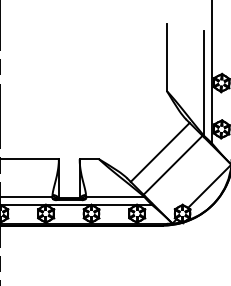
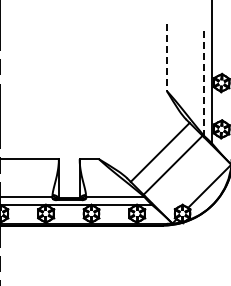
line at (166, 58): solid -> dashed
line at (204, 83): solid -> dashed
